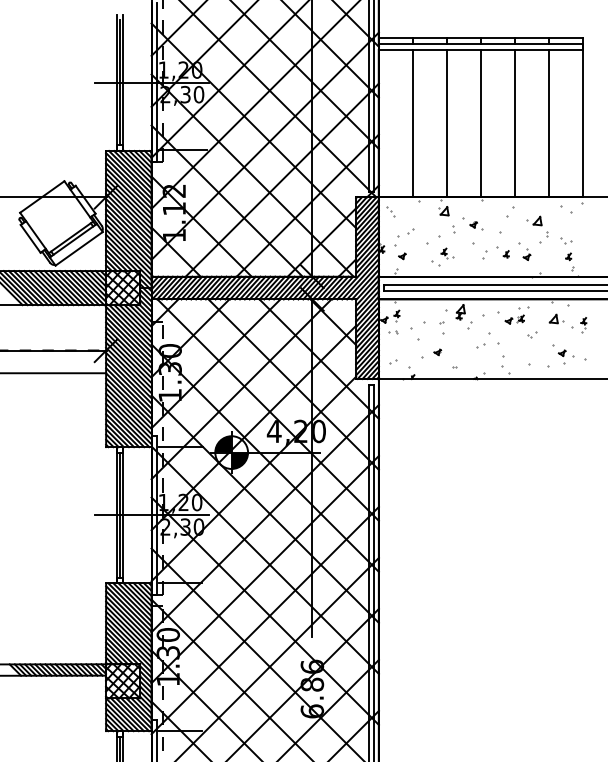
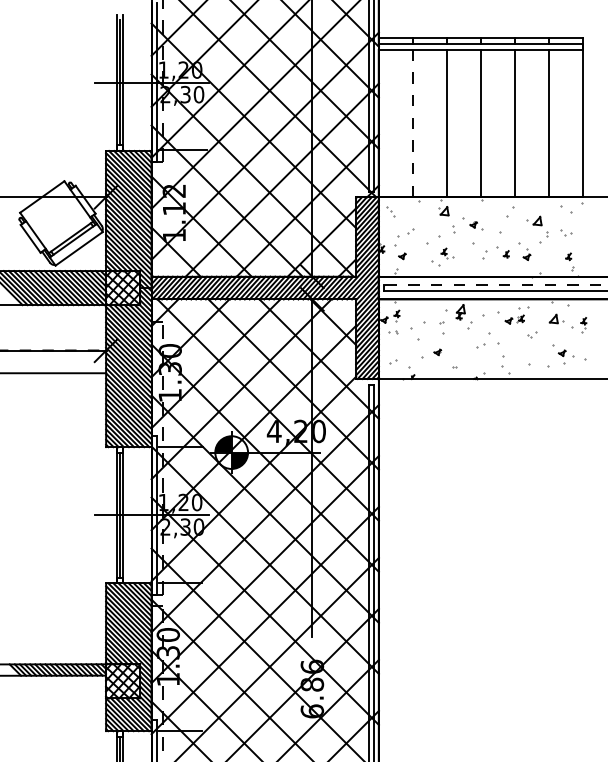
line at (412, 123): solid -> dashed
part at (566, 240) position: (566, 240) -> (566, 232)
line at (495, 285): solid -> dashed
